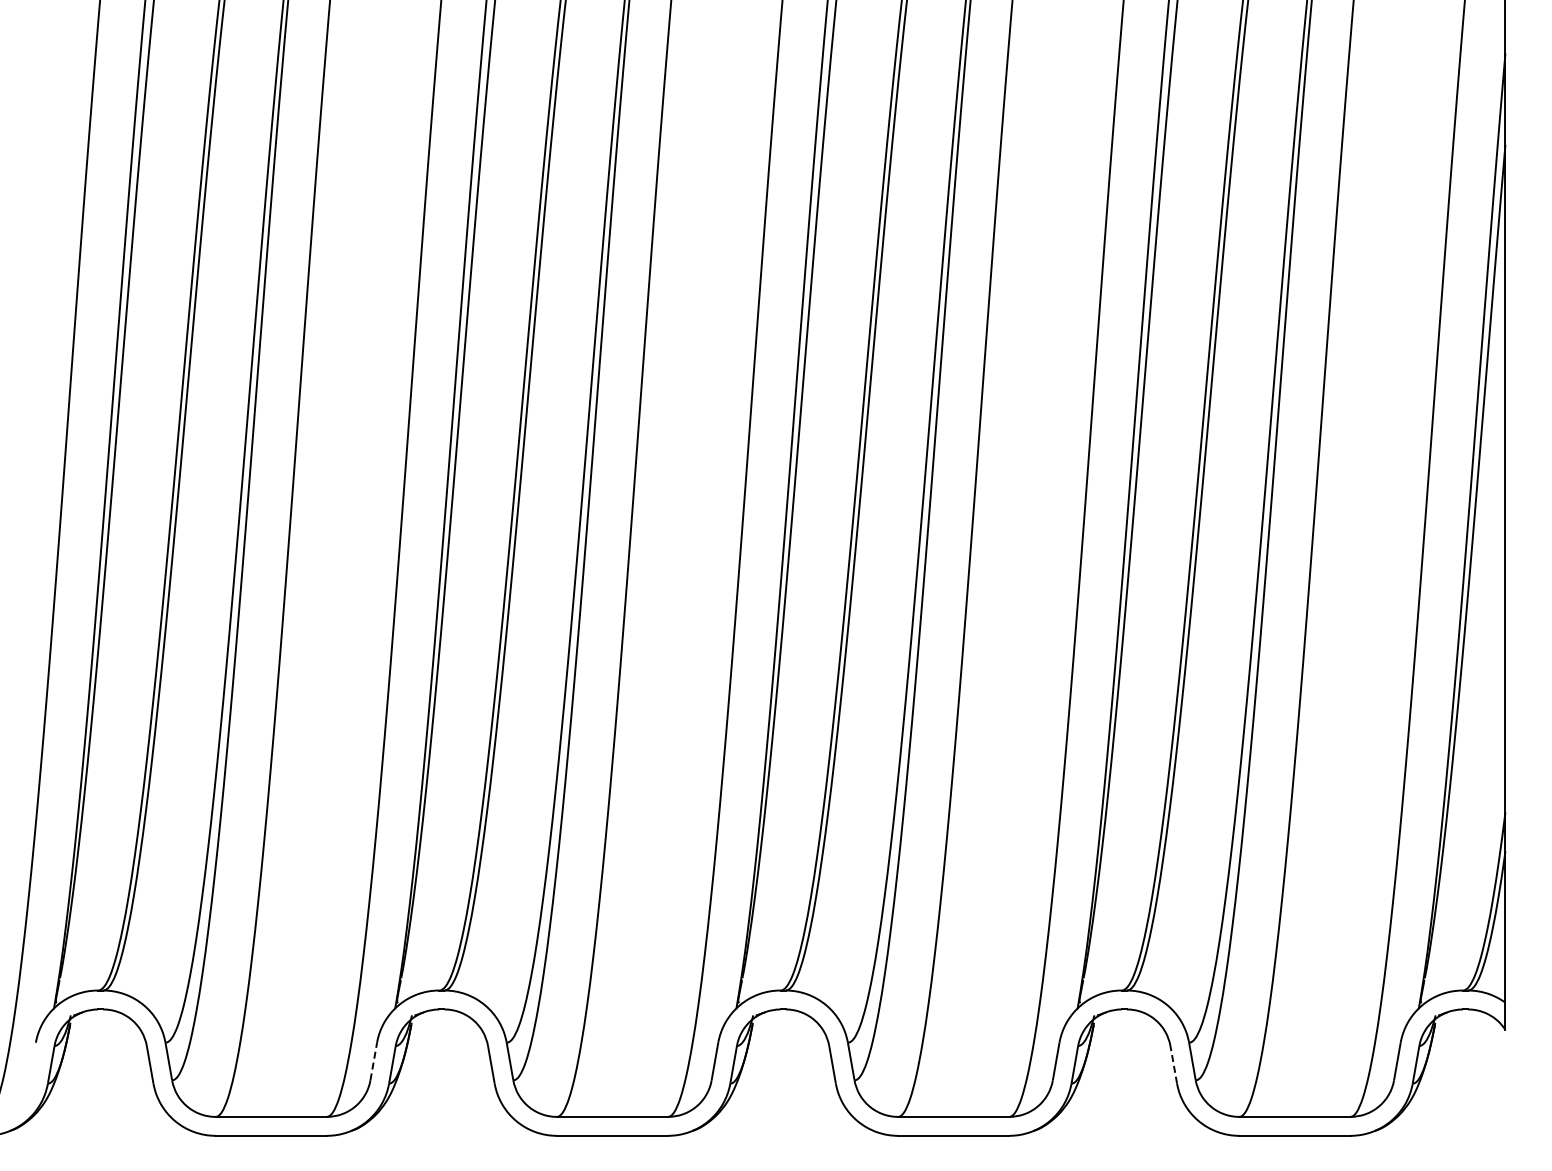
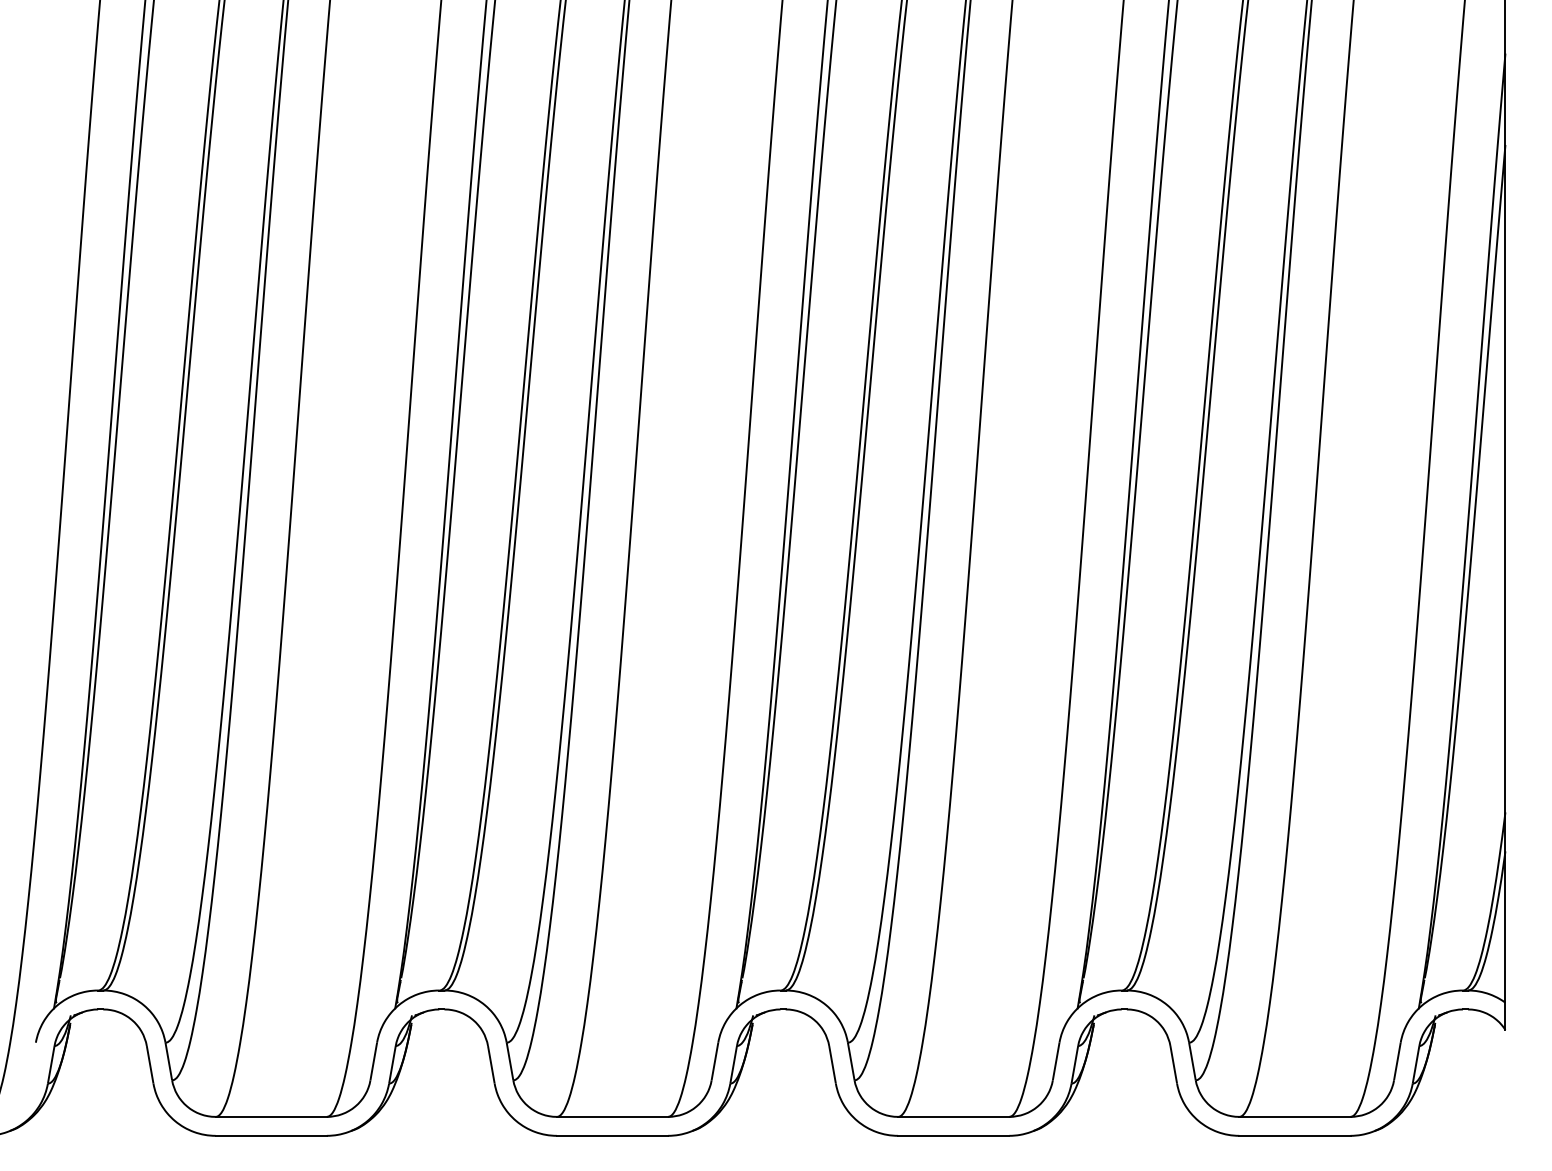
line at (373, 1061): dashed -> solid
line at (1173, 1064): dashed -> solid
